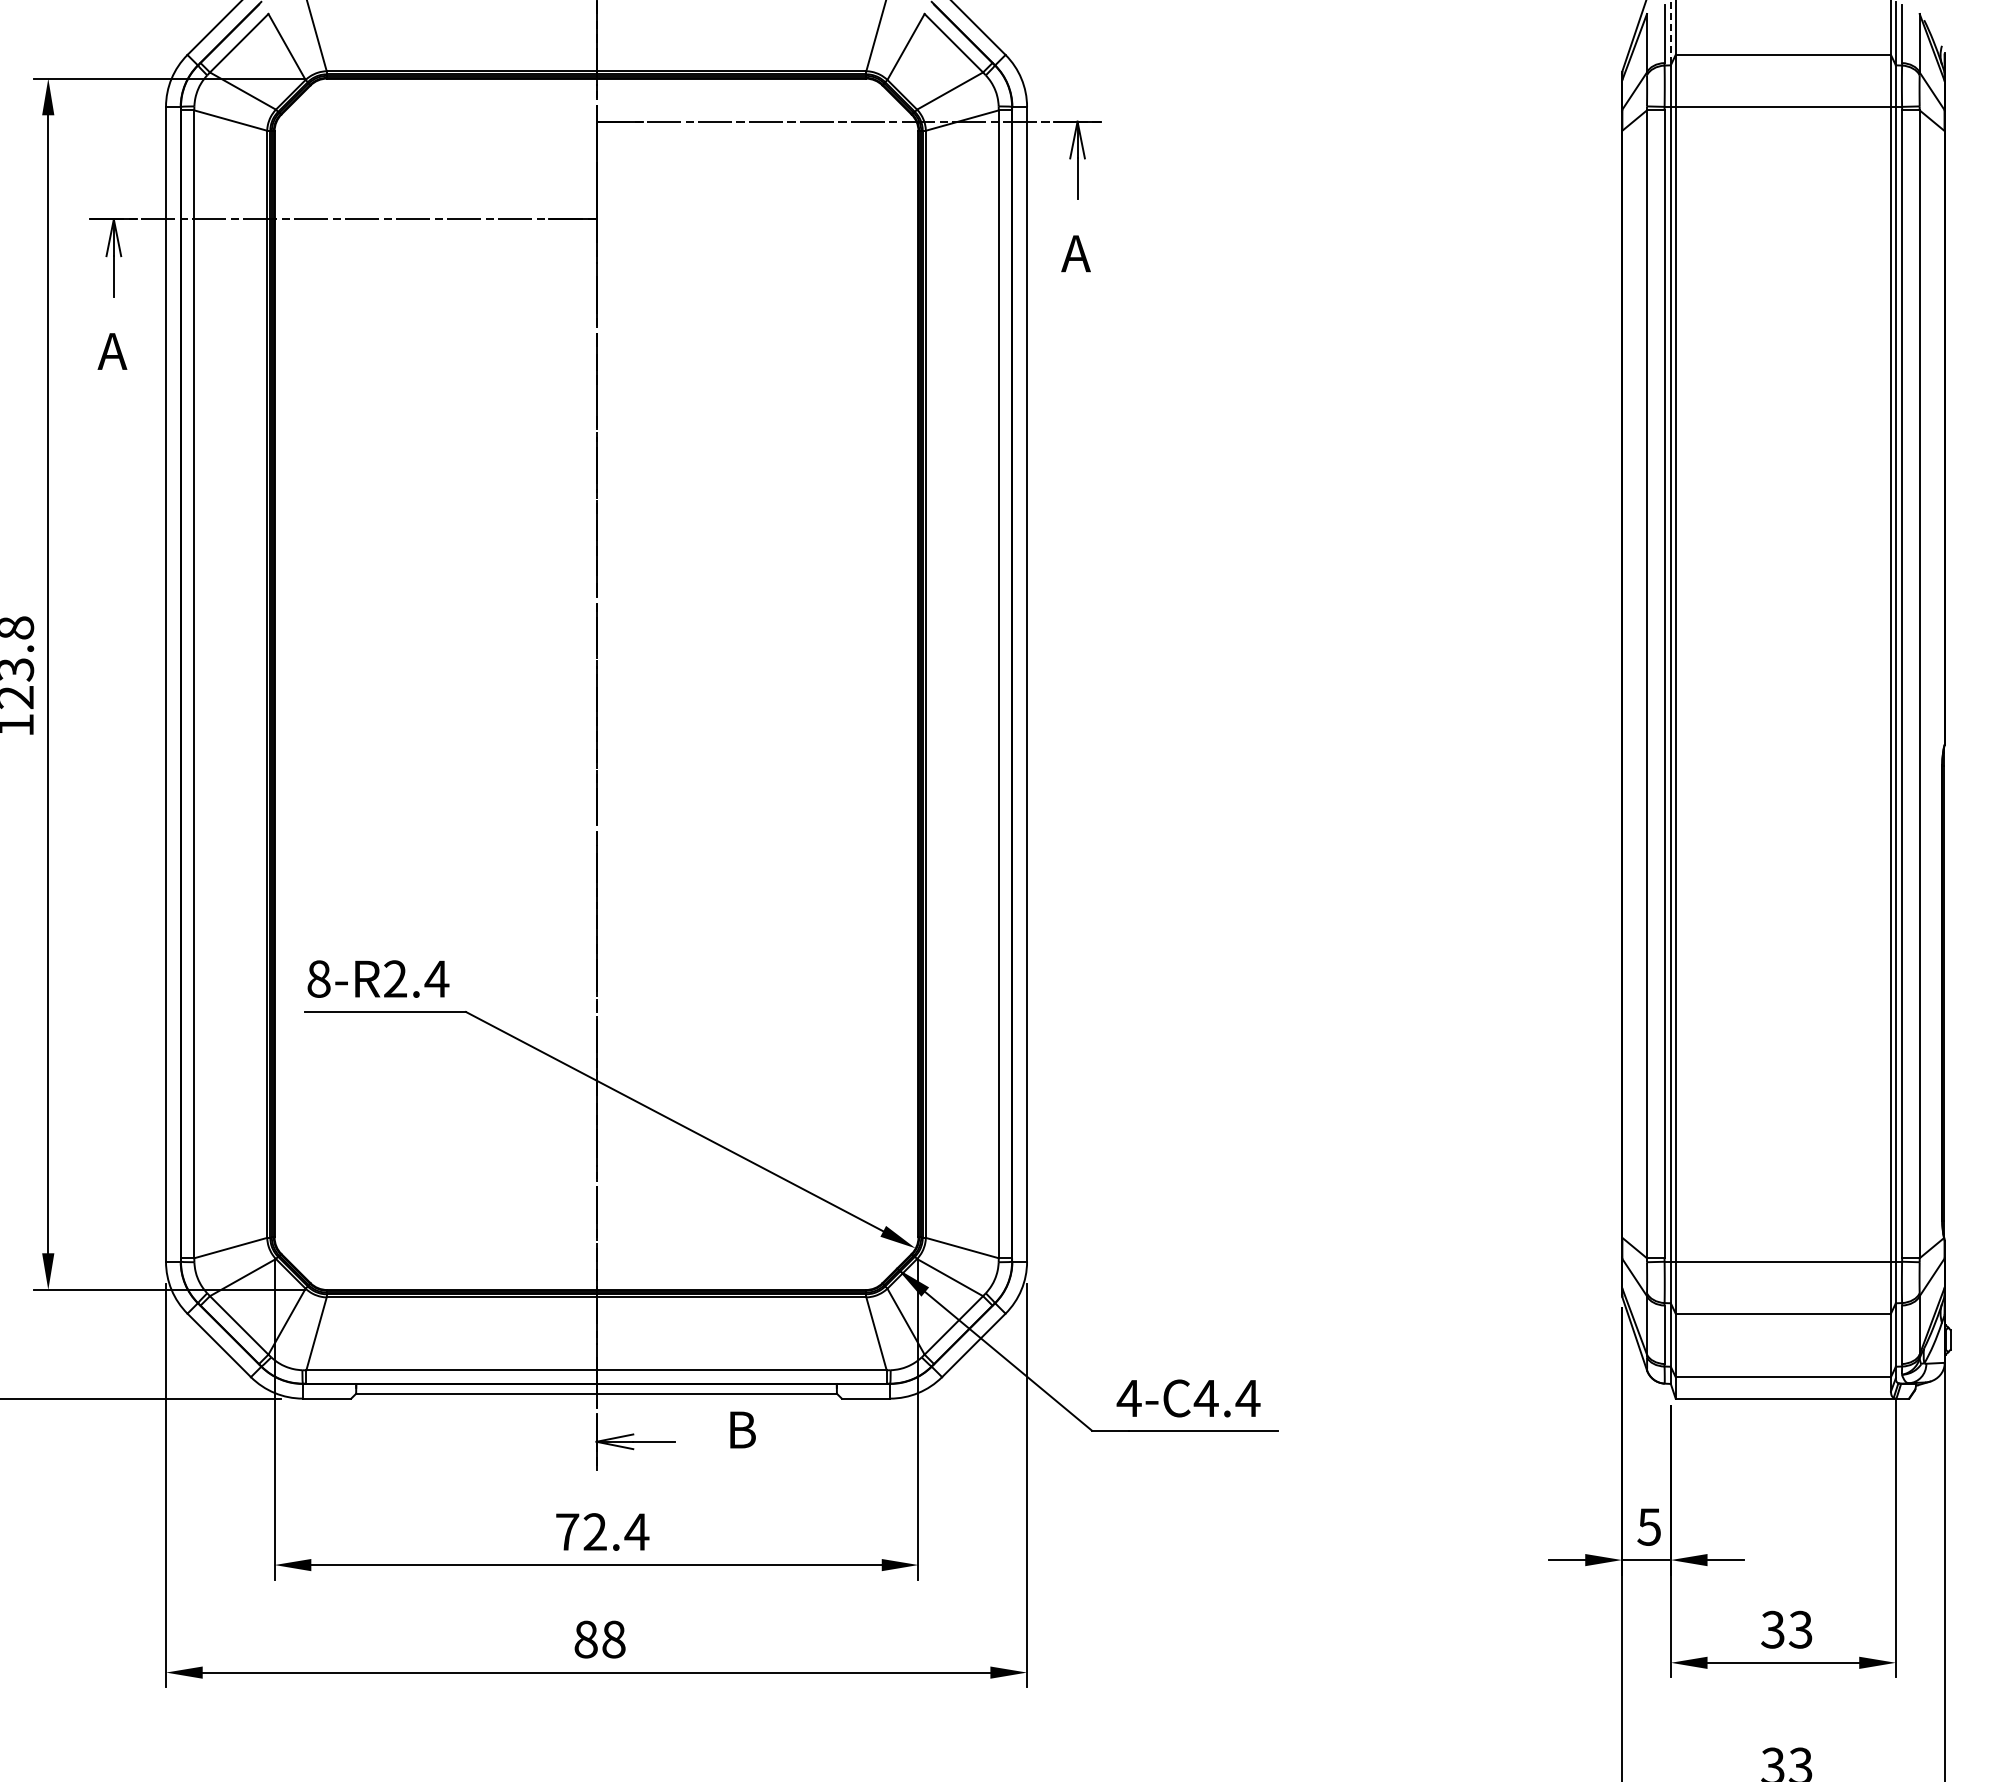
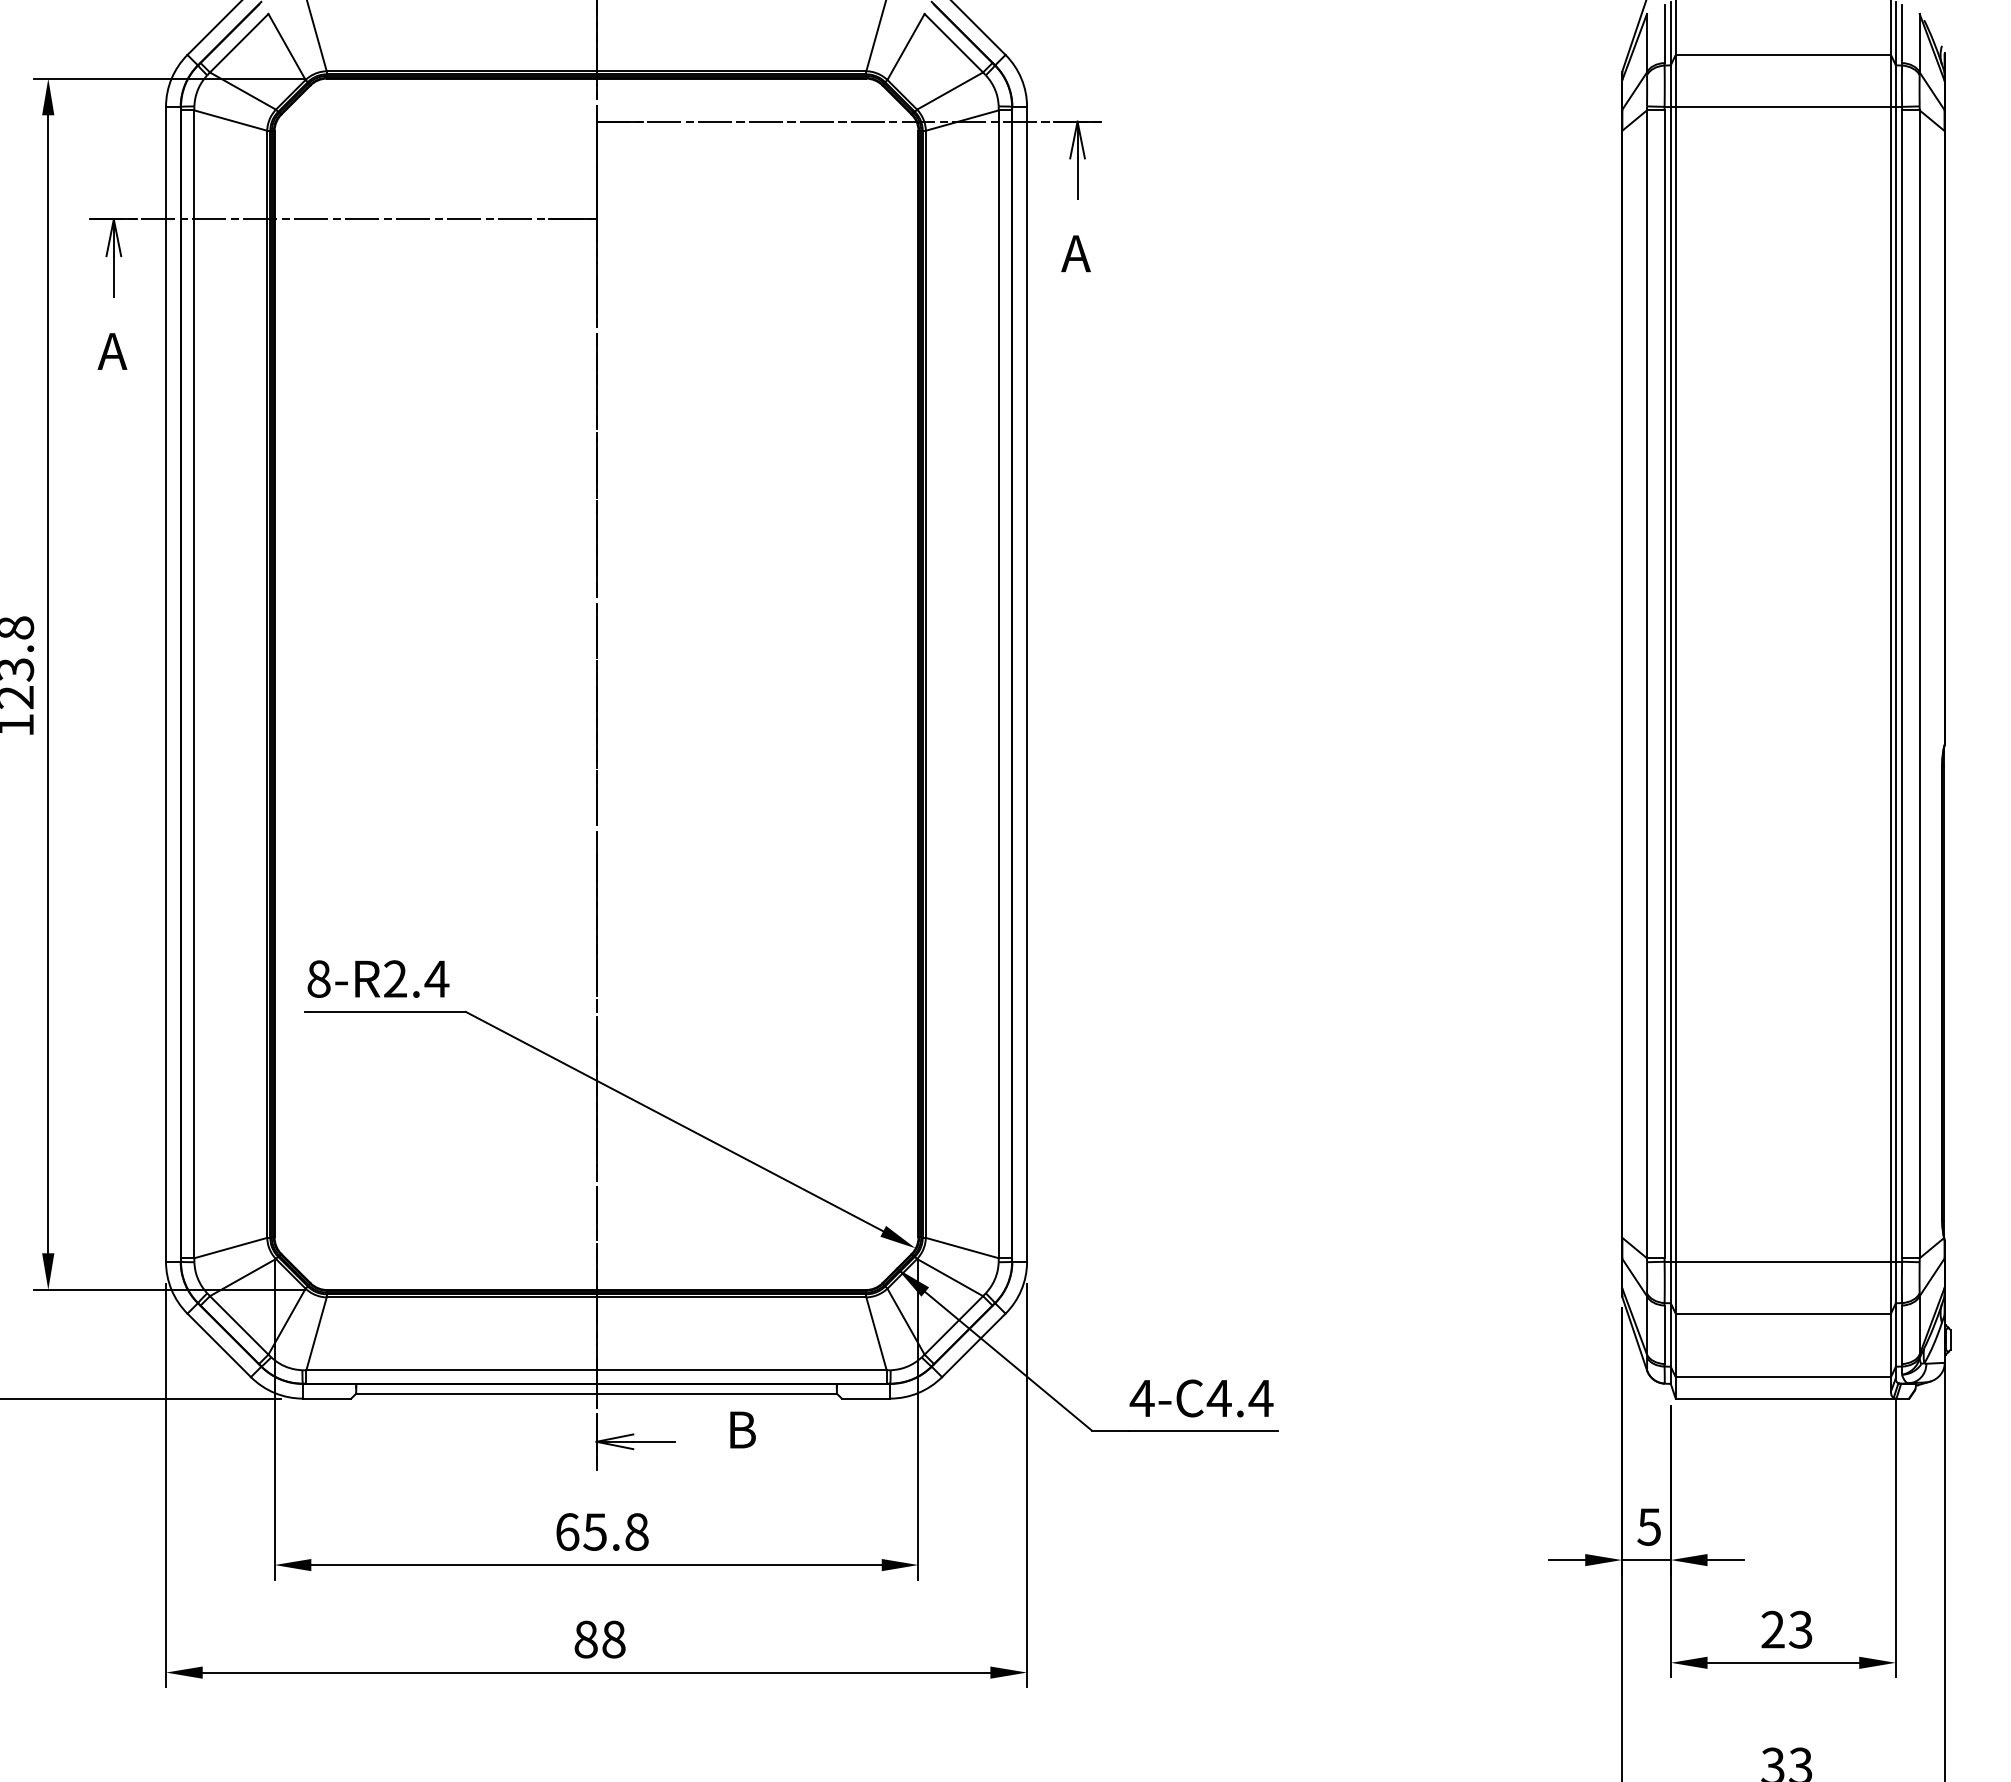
line at (1670, 33): dashed -> solid
text at (1188, 1398) position: (1188, 1398) -> (1201, 1398)
text at (602, 1531): 72.4 -> 65.8
text at (1772, 1629): 33 -> 23
